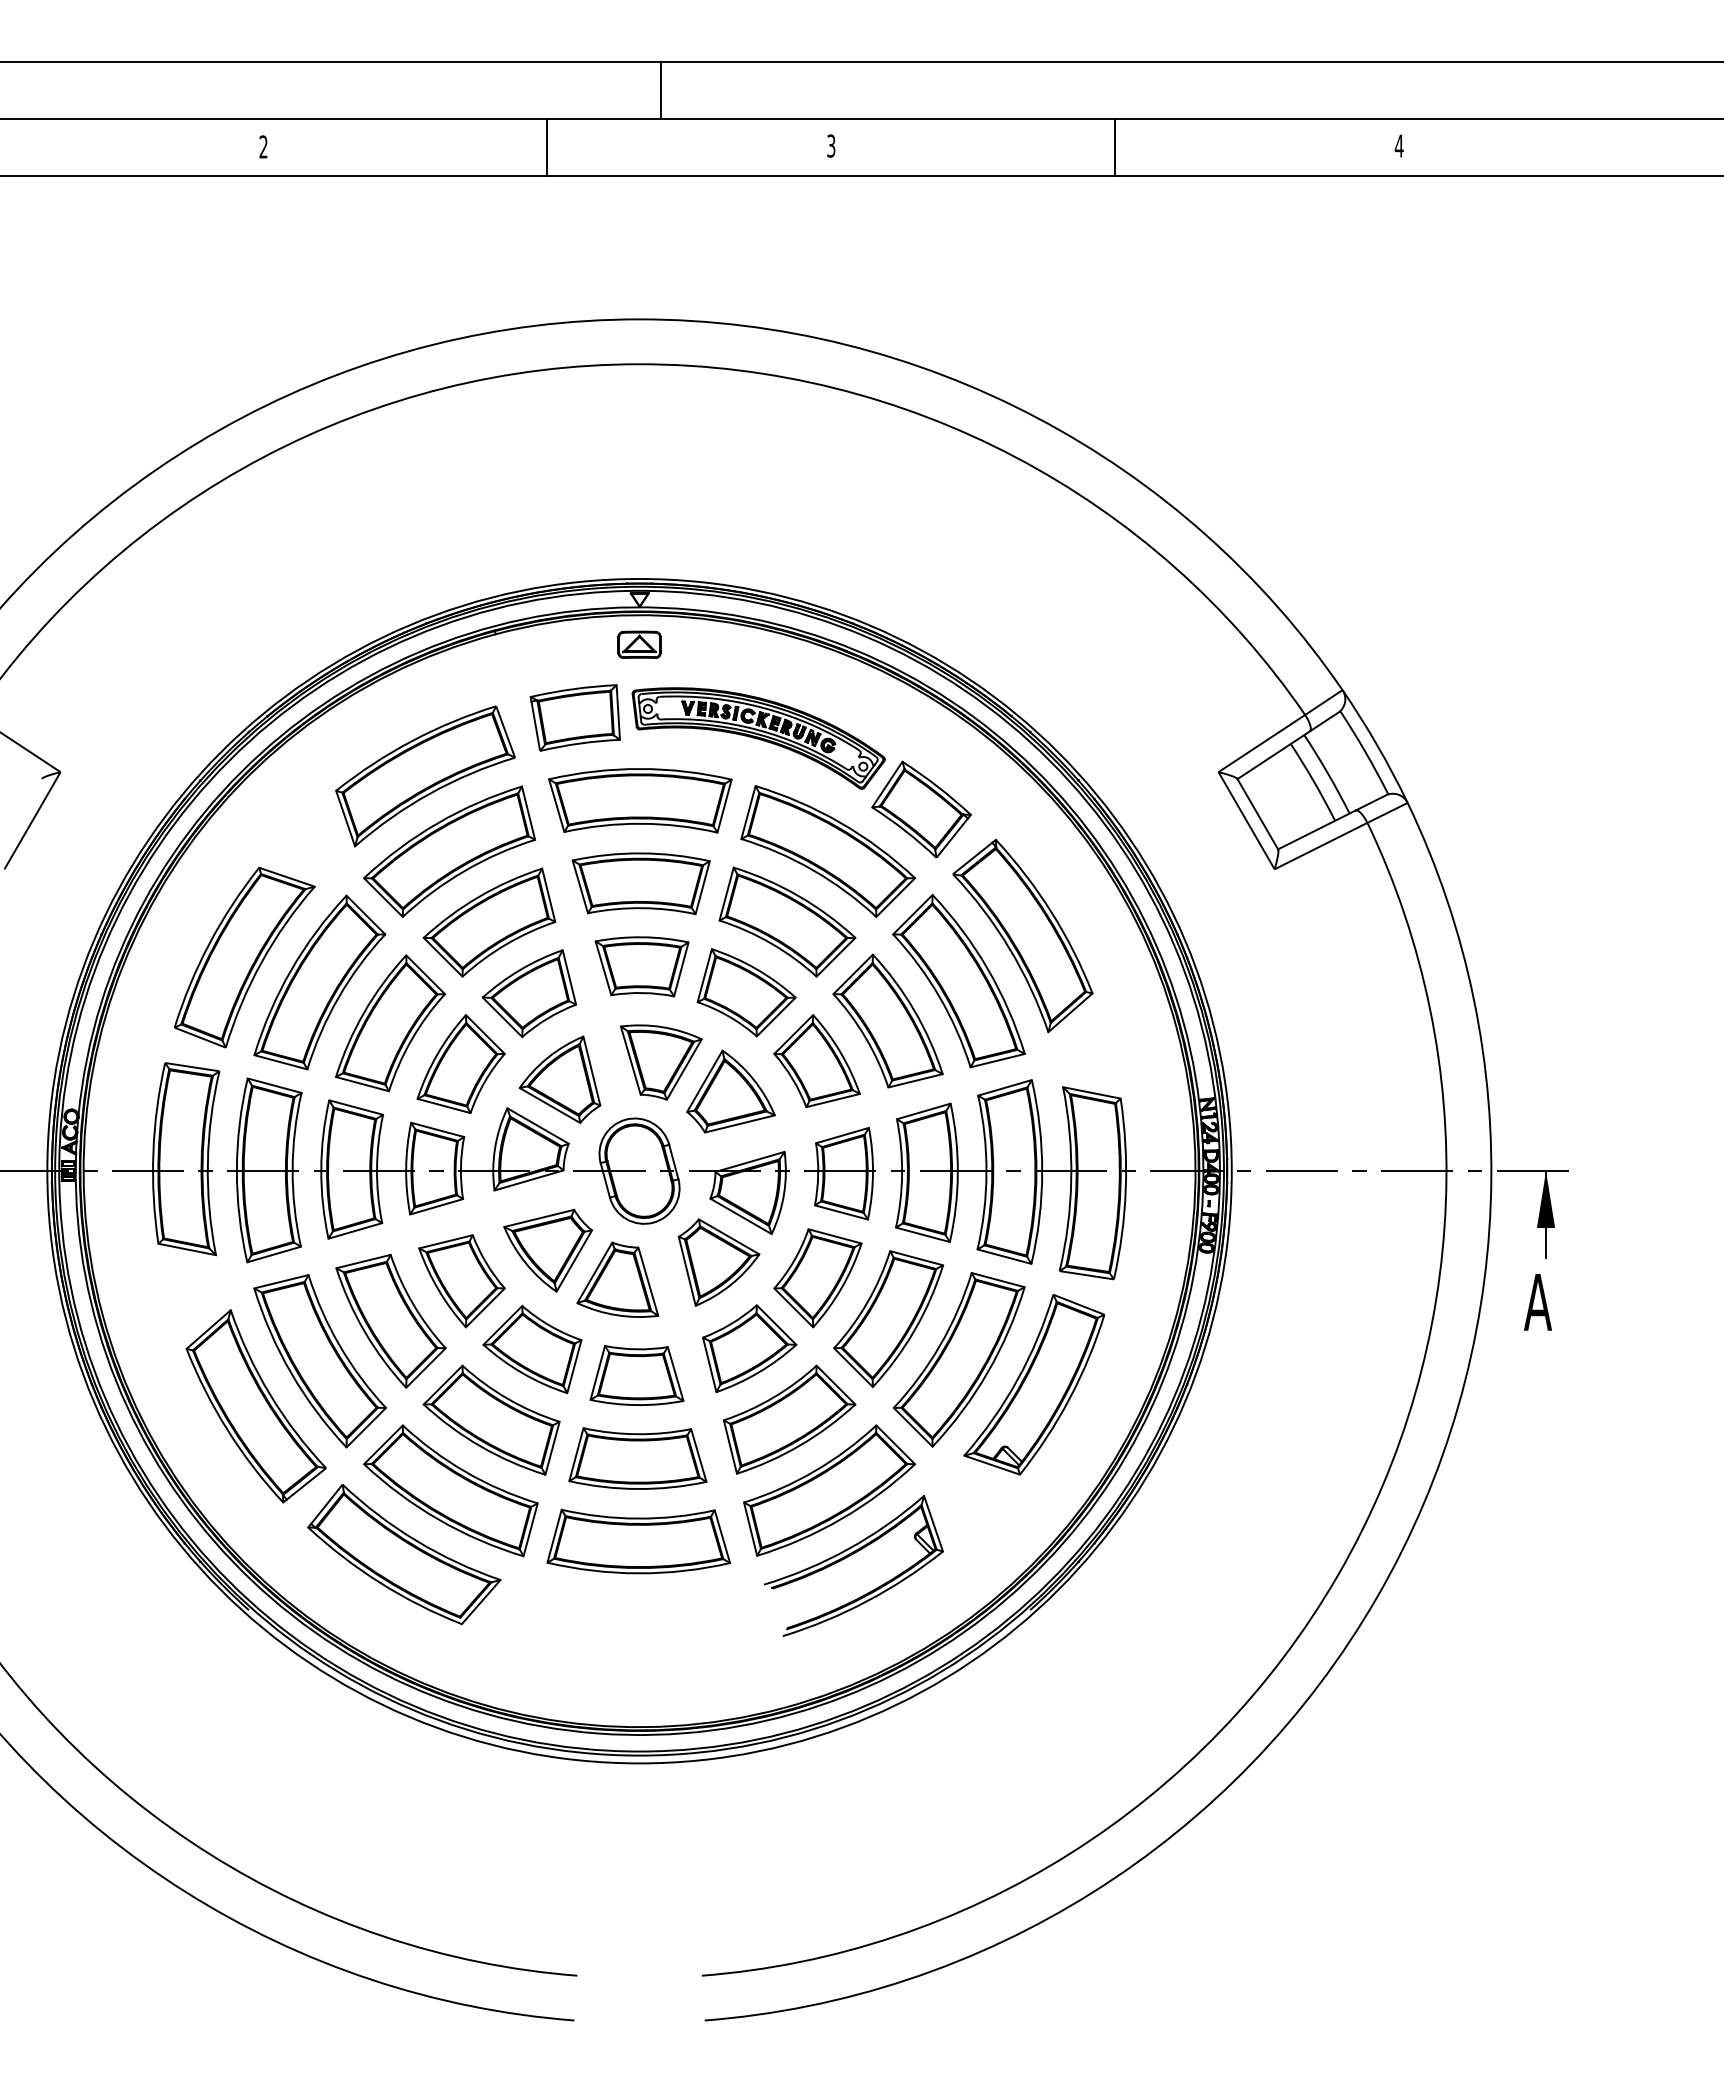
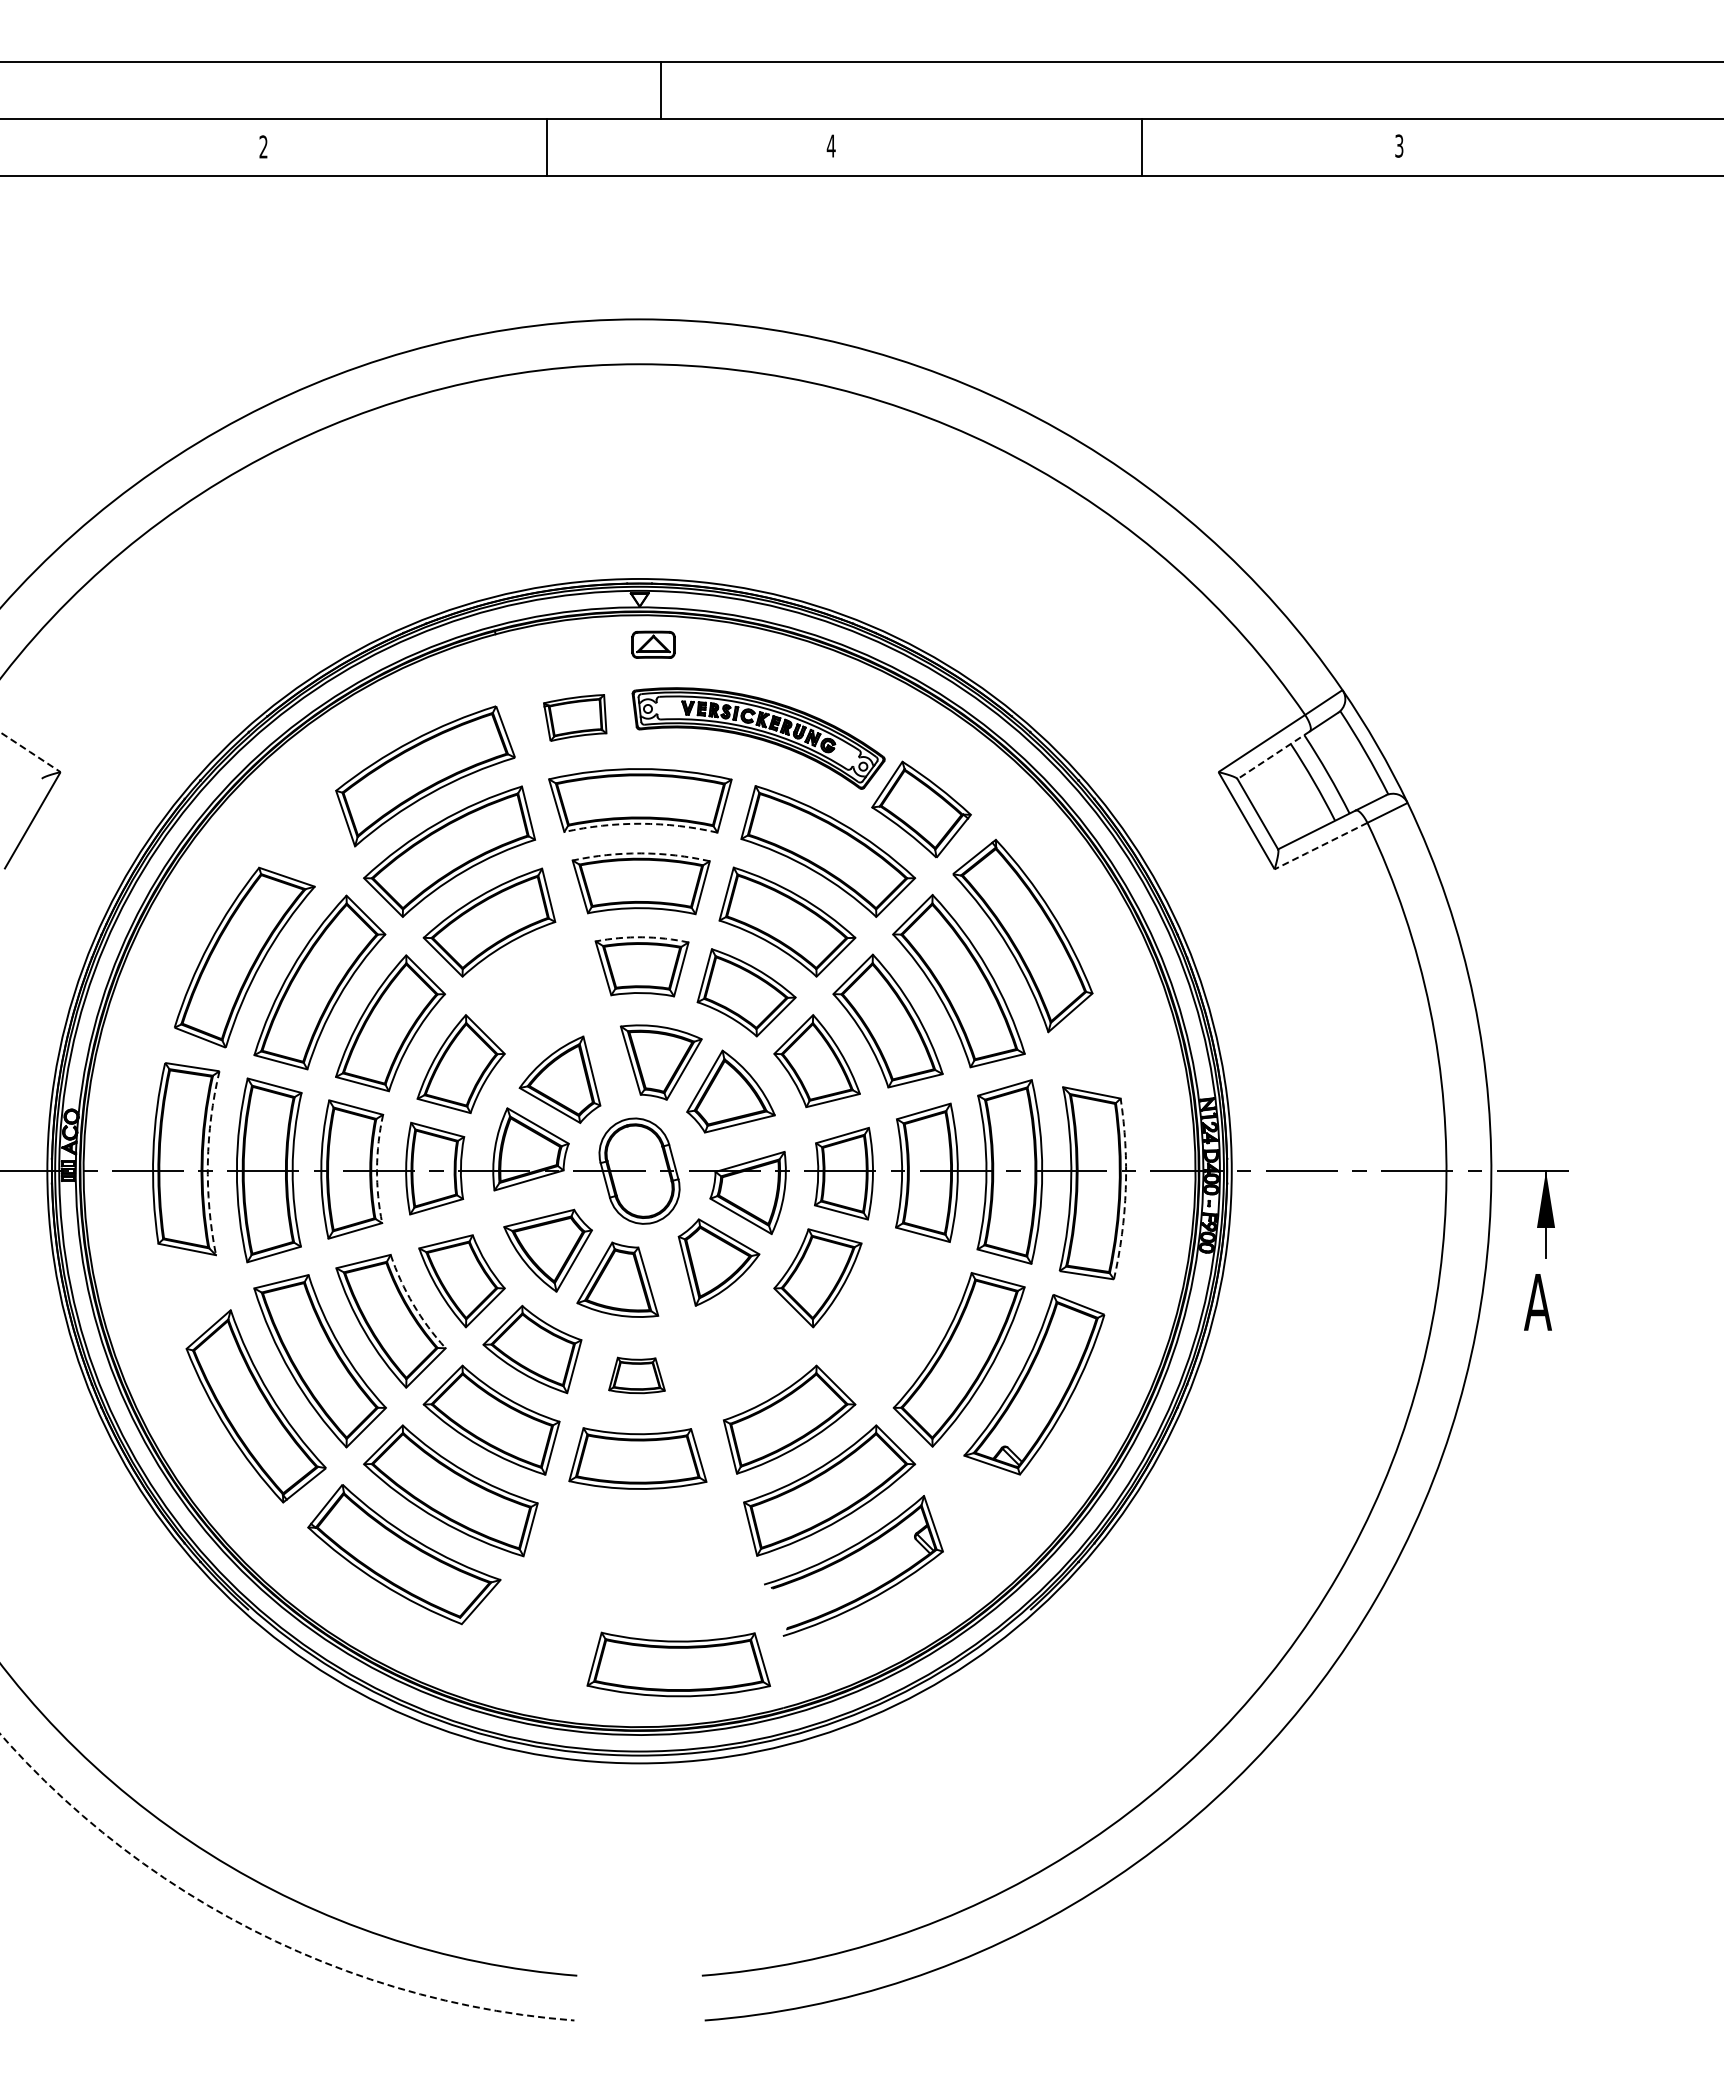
text at (830, 145): 3 -> 4
text at (1398, 145): 4 -> 3
line at (1115, 147) position: (1115, 147) -> (1142, 147)
part at (639, 644) position: (639, 644) -> (653, 644)
part at (574, 717) size: 92x68 px -> 65x48 px
line at (30, 751): solid -> dashed
line at (1273, 755): solid -> dashed
arc at (640, 823): solid -> dashed
line at (1321, 845): solid -> dashed
arc at (641, 853): solid -> dashed
arc at (642, 937): solid -> dashed
part at (528, 993): present -> none
arc at (207, 1163): solid -> dashed
arc at (377, 1168): solid -> dashed
arc at (1125, 1189): solid -> dashed
arc at (413, 1304): solid -> dashed
part at (888, 1318): present -> none
part at (749, 1348): present -> none
part at (636, 1375) size: 96x61 px -> 58x39 px
part at (638, 1541) position: (638, 1541) -> (678, 1664)
arc at (259, 1933): solid -> dashed
